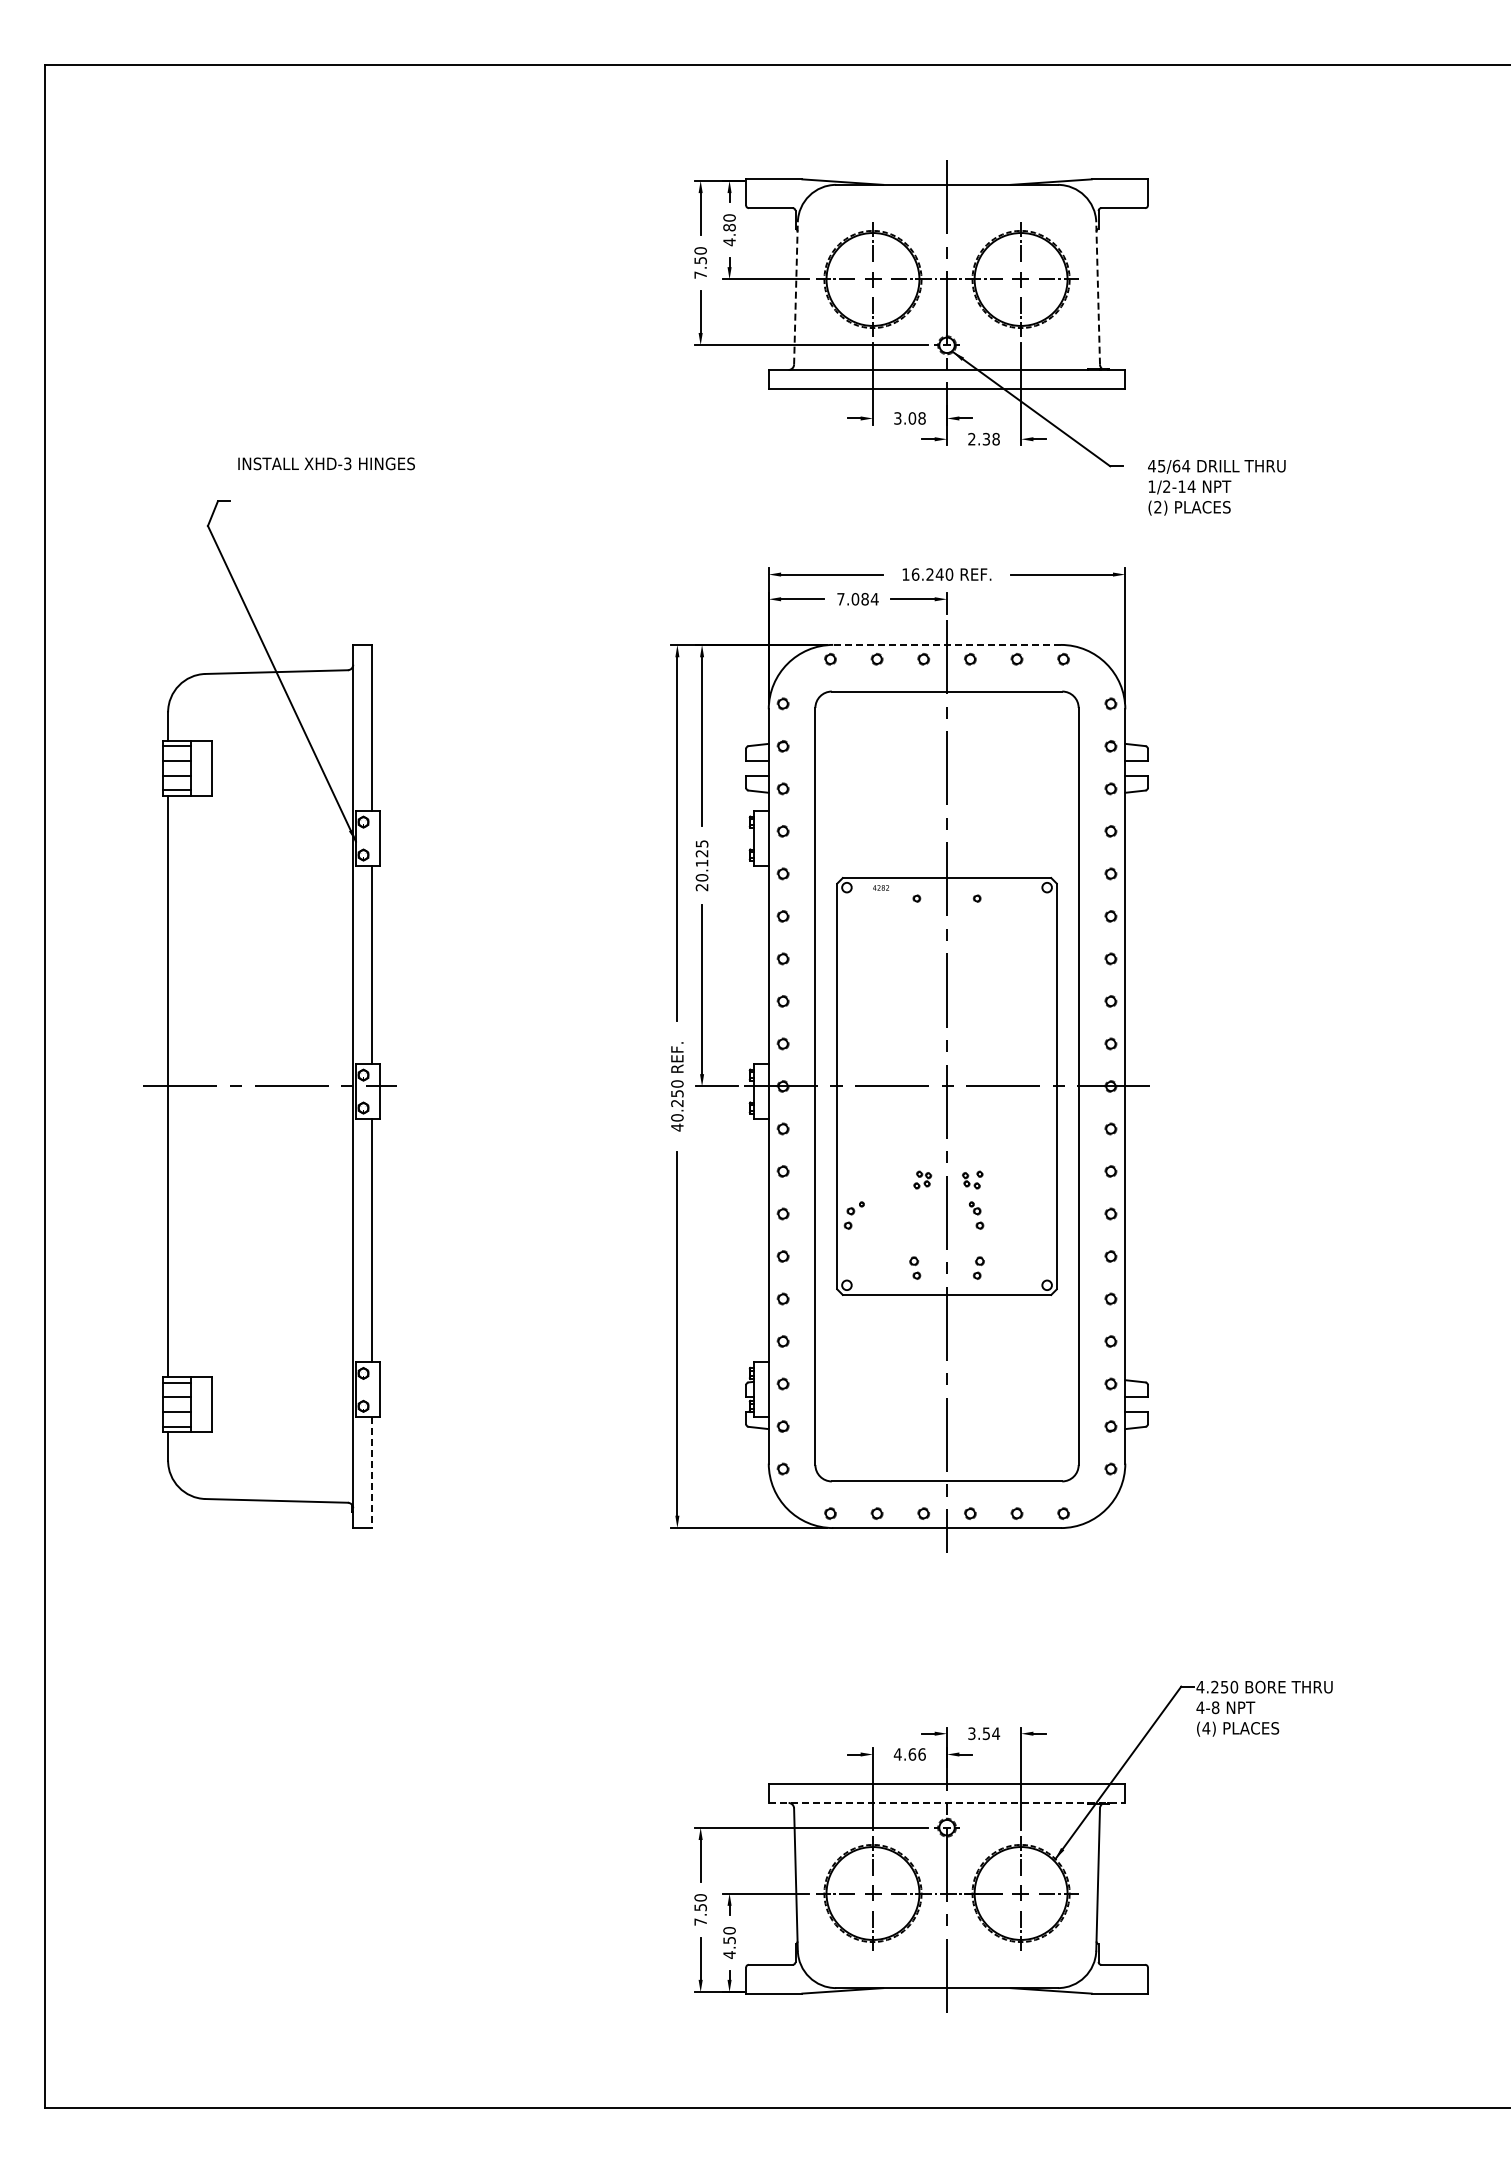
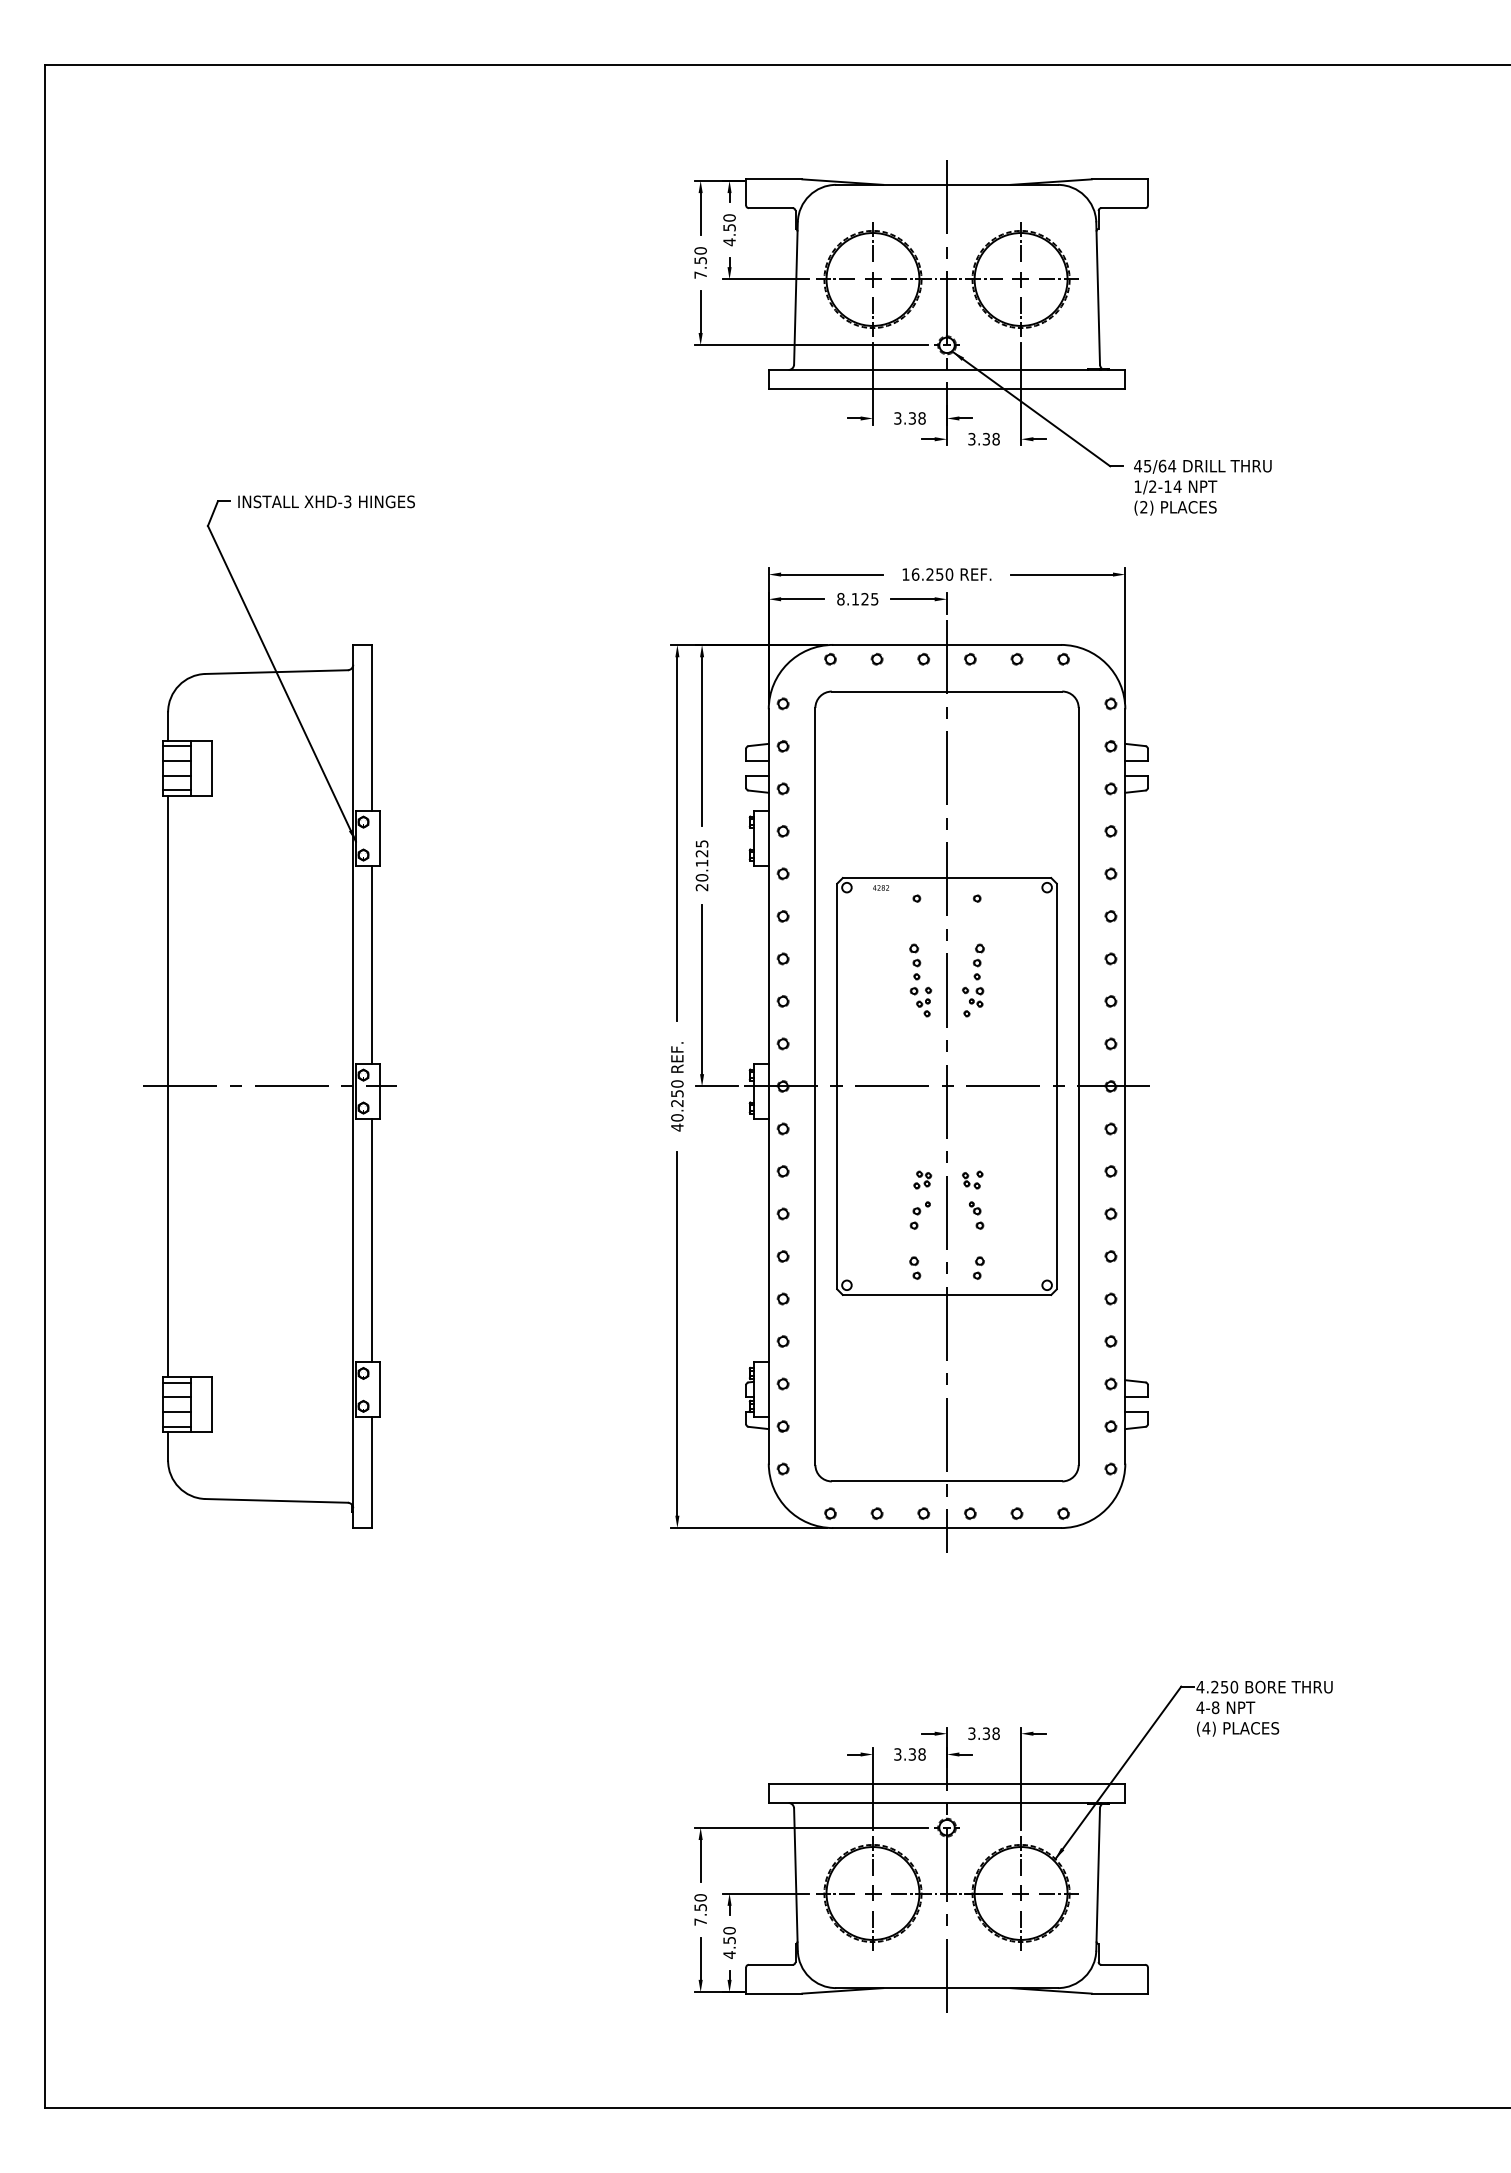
text at (729, 227): 4.80 -> 4.50
line at (795, 292): dashed -> solid
line at (1098, 292): dashed -> solid
text at (912, 418): 3.08 -> 3.38
text at (971, 439): 2.38 -> 3.38
text at (326, 463) position: (326, 463) -> (326, 501)
text at (1216, 487) position: (1216, 487) -> (1202, 487)
text at (939, 574): 16.240 -> 16.250
text at (857, 599): 7.084 -> 8.125
line at (947, 644): dashed -> solid
part at (920, 980): none -> present
part at (973, 980): none -> present
part at (853, 1215) position: (853, 1215) -> (919, 1215)
line at (372, 1473): dashed -> solid
text at (991, 1733): 3.54 -> 3.38
text at (909, 1754): 4.66 -> 3.38
line at (947, 1802): dashed -> solid
